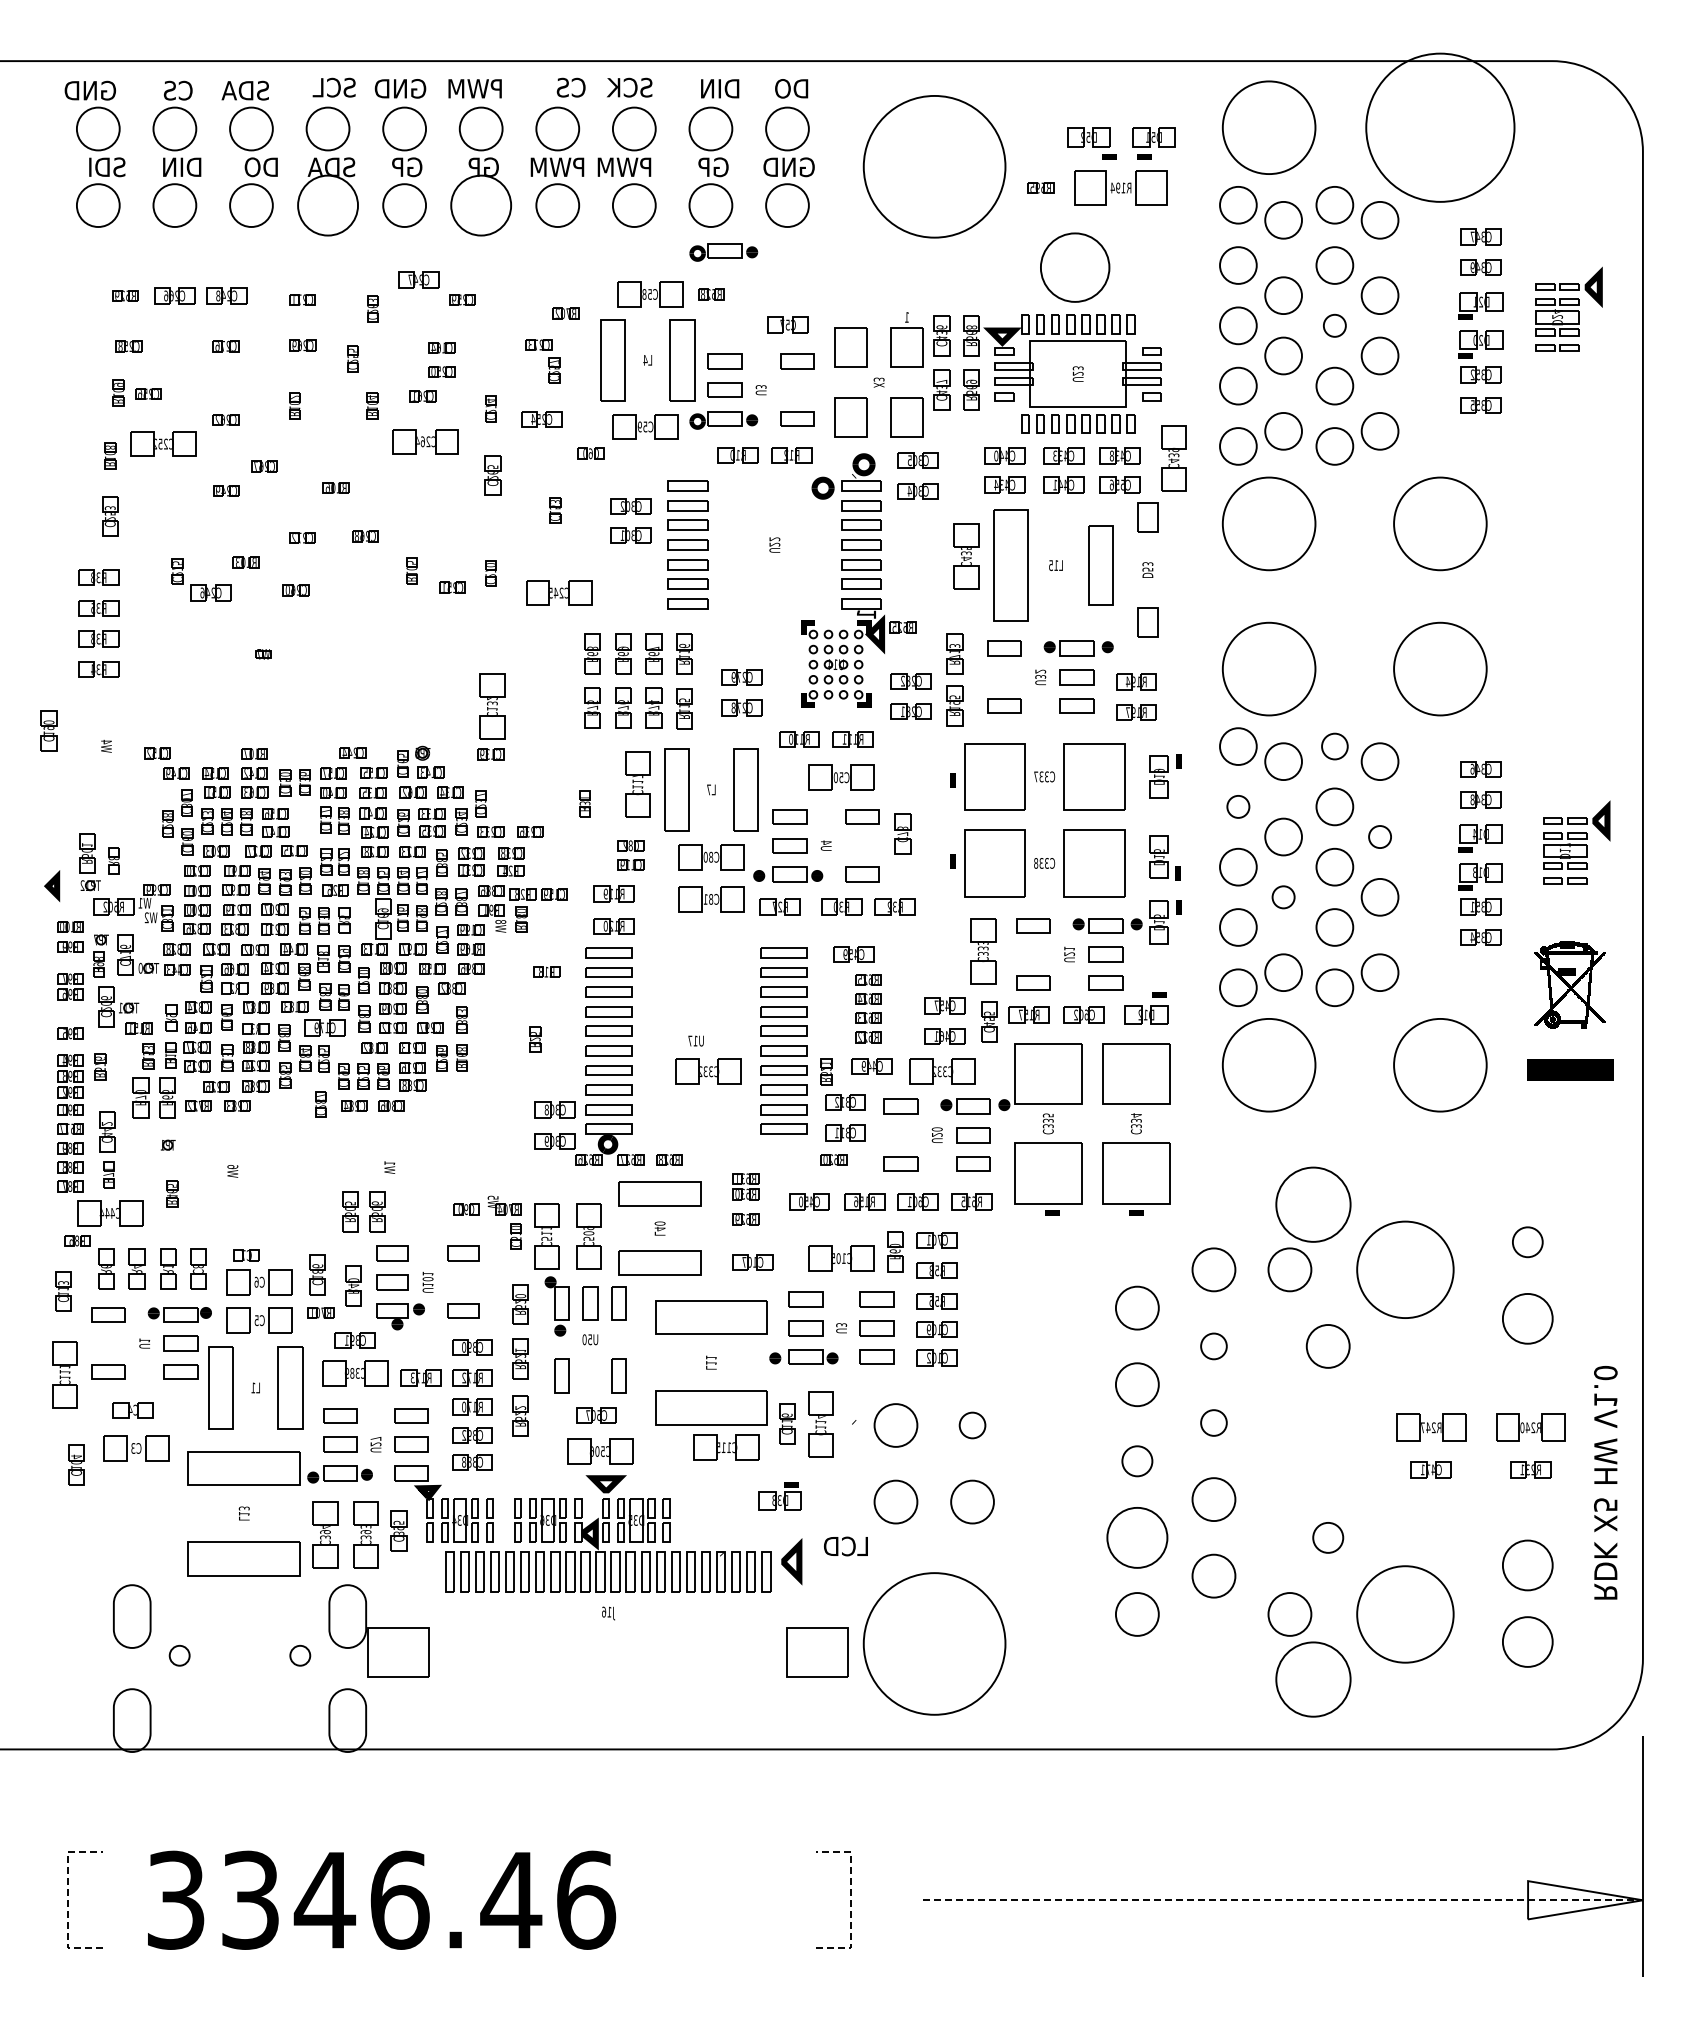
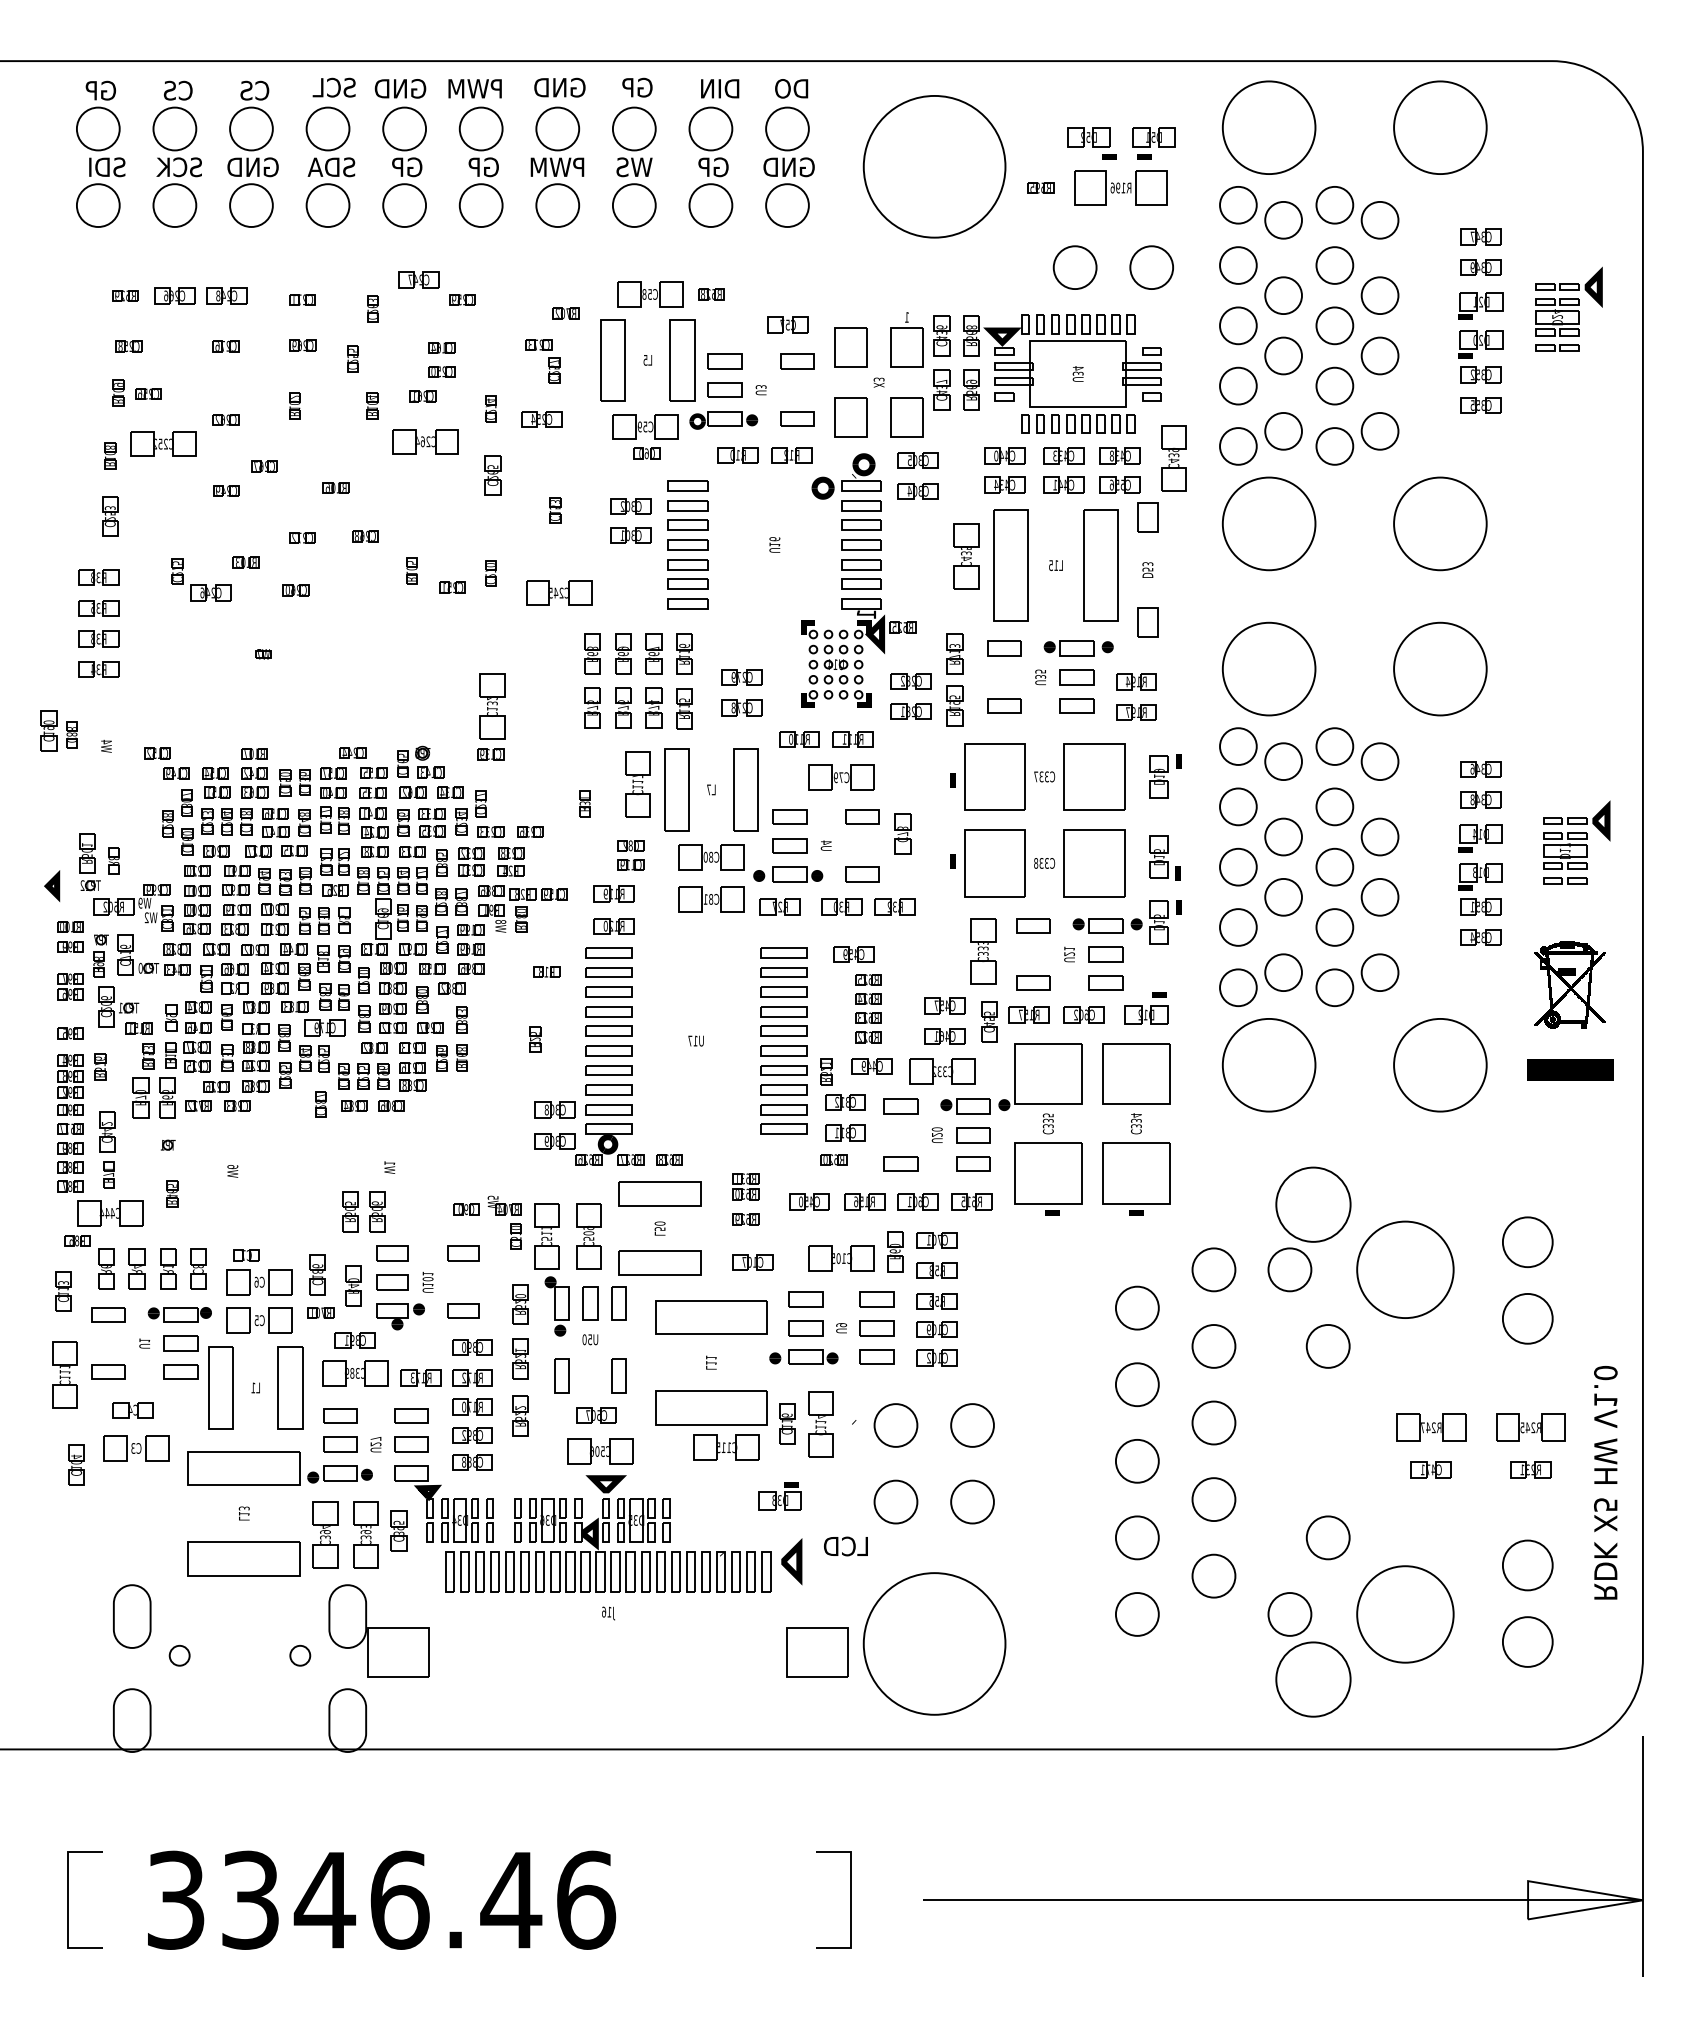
text at (555, 87): CS -> GND
text at (629, 87): SCK -> GP
text at (79, 90): GND -> GP
text at (245, 90): SDA -> CS
circle at (1440, 127) diameter: 148 px -> 93 px
text at (178, 167): DIN -> SCK
text at (252, 167): DO -> GND
text at (624, 167): PWM -> WS
text at (1112, 187): R194 -> R196
circle at (328, 205) diameter: 60 px -> 43 px
circle at (481, 205) diameter: 60 px -> 43 px
part at (723, 252): present -> none
circle at (1074, 267) diameter: 68 px -> 43 px
circle at (1151, 267): none -> present
circle at (1334, 325) diameter: 22 px -> 37 px
text at (645, 360): L4 -> L5
text at (1077, 370): U23 -> U34
part at (590, 453) position: (590, 453) -> (646, 453)
text at (774, 541): U22 -> U16
part at (1100, 565) size: 26x81 px -> 36x113 px
text at (1040, 671): U32 -> U35
part at (71, 734): none -> present
circle at (1334, 746) size: 28x29 px -> 40x39 px
text at (838, 777): C50 -> C79
circle at (1238, 806) diameter: 22 px -> 37 px
part at (304, 822): none -> present
circle at (1380, 837) diameter: 22 px -> 37 px
circle at (1283, 897) diameter: 22 px -> 37 px
text at (140, 902): W1 -> W9
part at (708, 1071): present -> none
text at (659, 1228): L40 -> L50
circle at (1527, 1242) diameter: 30 px -> 50 px
text at (841, 1325): U3 -> U9
circle at (1213, 1346) diameter: 26 px -> 43 px
circle at (1213, 1422) diameter: 26 px -> 43 px
circle at (972, 1425) diameter: 26 px -> 43 px
text at (1522, 1427): R240 -> R245
circle at (1137, 1461) diameter: 30 px -> 43 px
circle at (1137, 1537) diameter: 60 px -> 43 px
circle at (1328, 1537) diameter: 30 px -> 43 px
line at (67, 1900): dashed -> solid
line at (851, 1900): dashed -> solid
line at (1282, 1900): dashed -> solid
